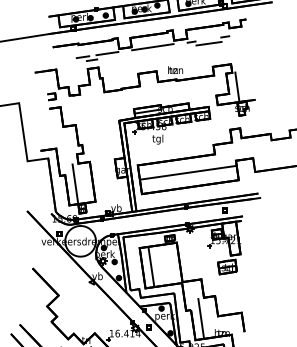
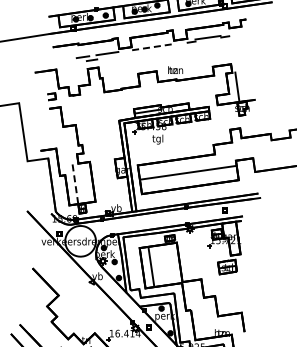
line at (208, 43) position: (208, 43) -> (207, 37)
line at (152, 47): solid -> dashed
line at (75, 184): solid -> dashed
line at (201, 318): present -> none
